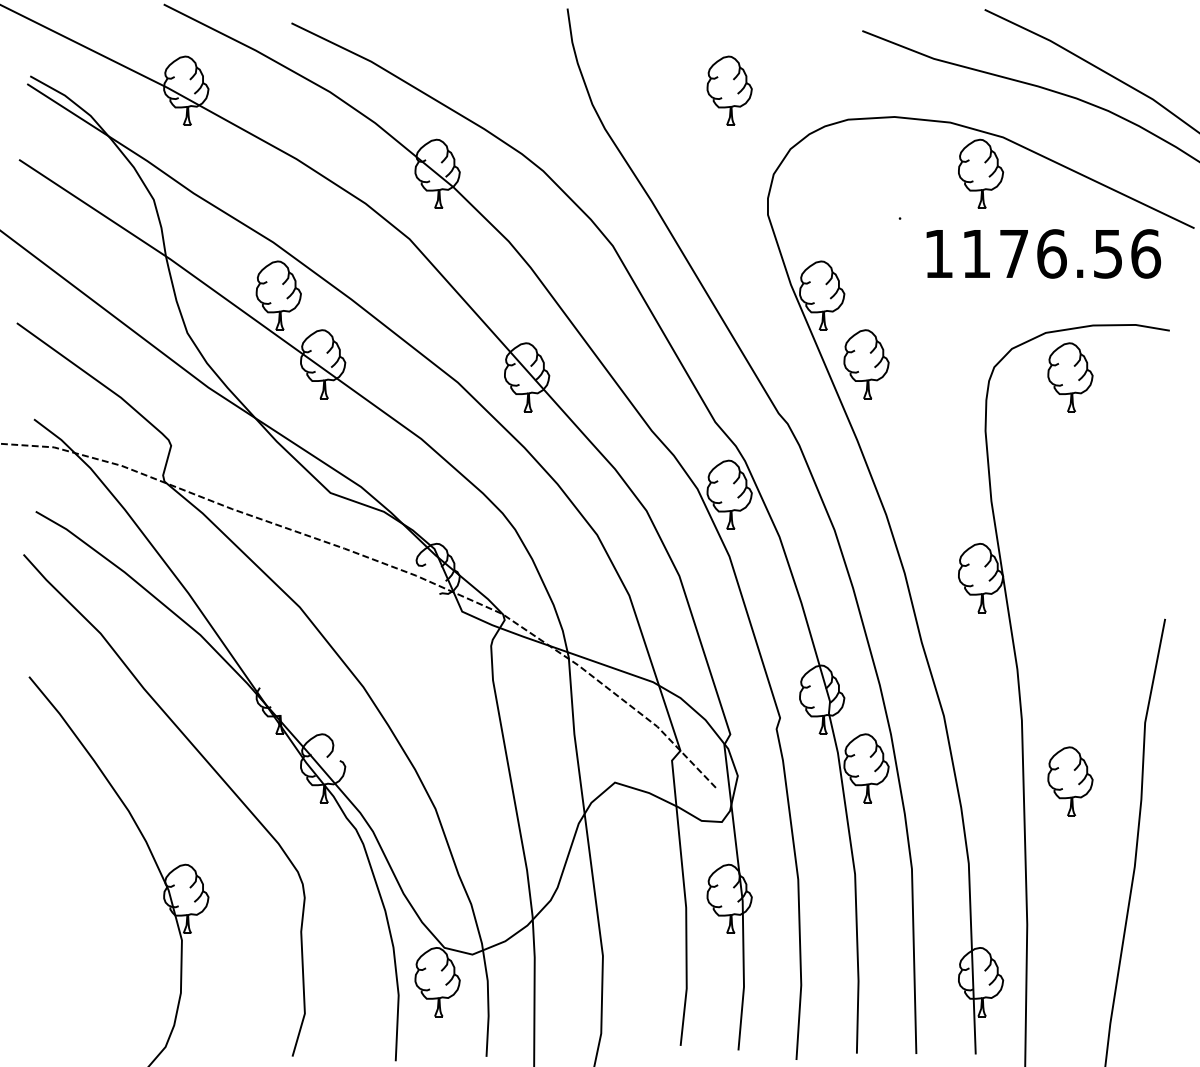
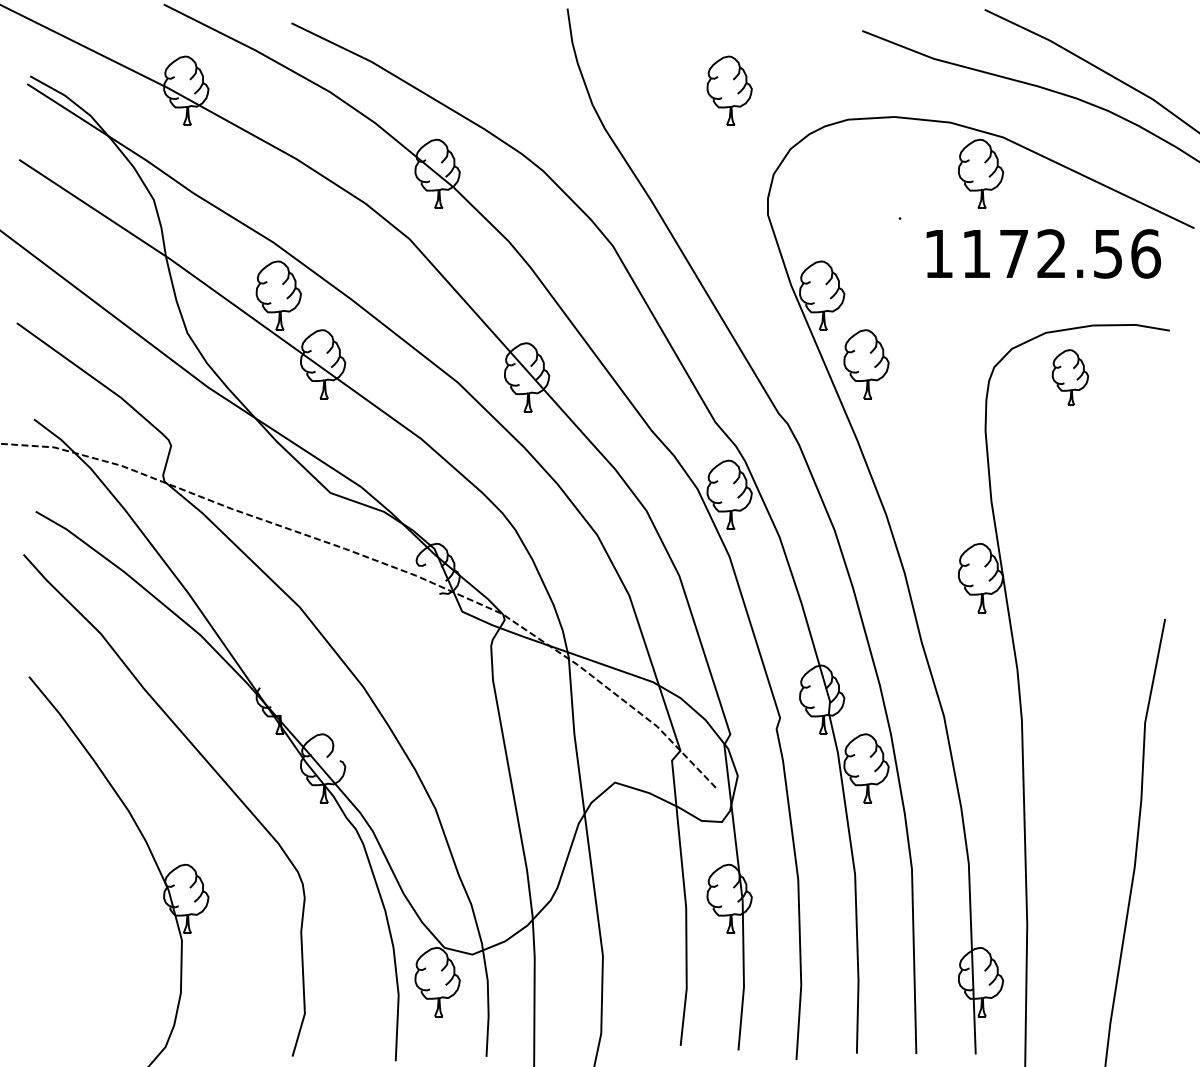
text at (1051, 253): 1176.56 -> 1172.56
part at (1070, 377) size: 47x71 px -> 39x57 px
part at (1070, 781): present -> none
